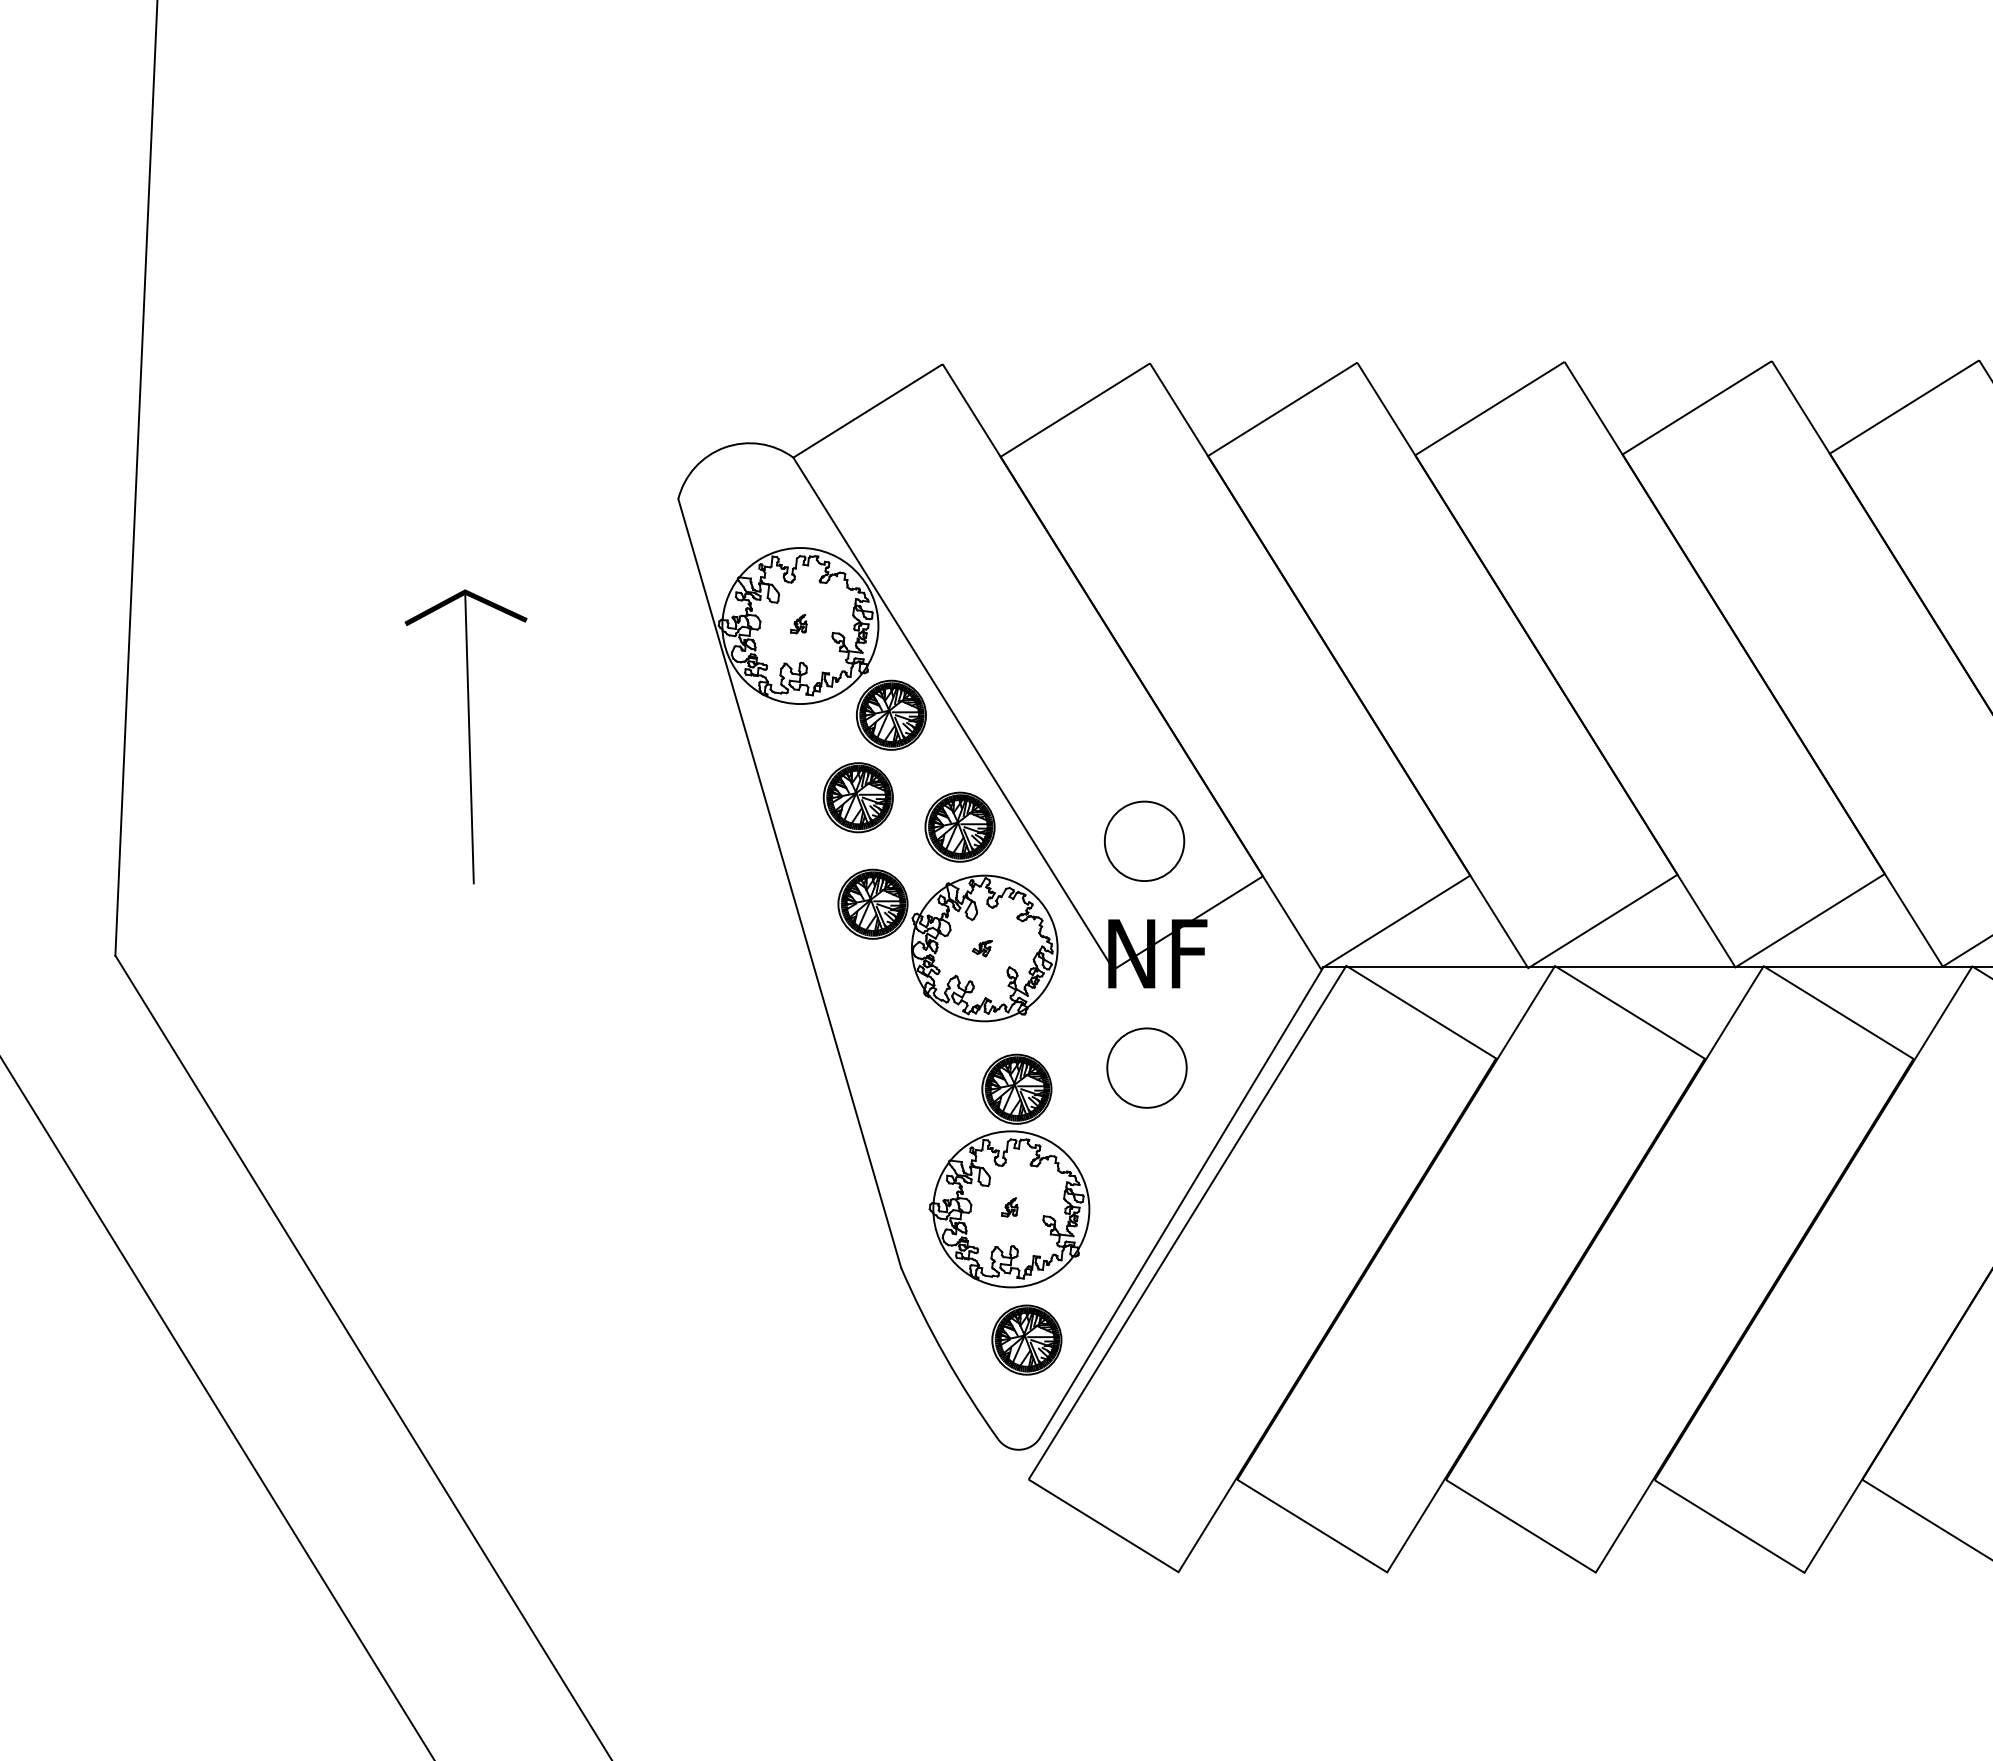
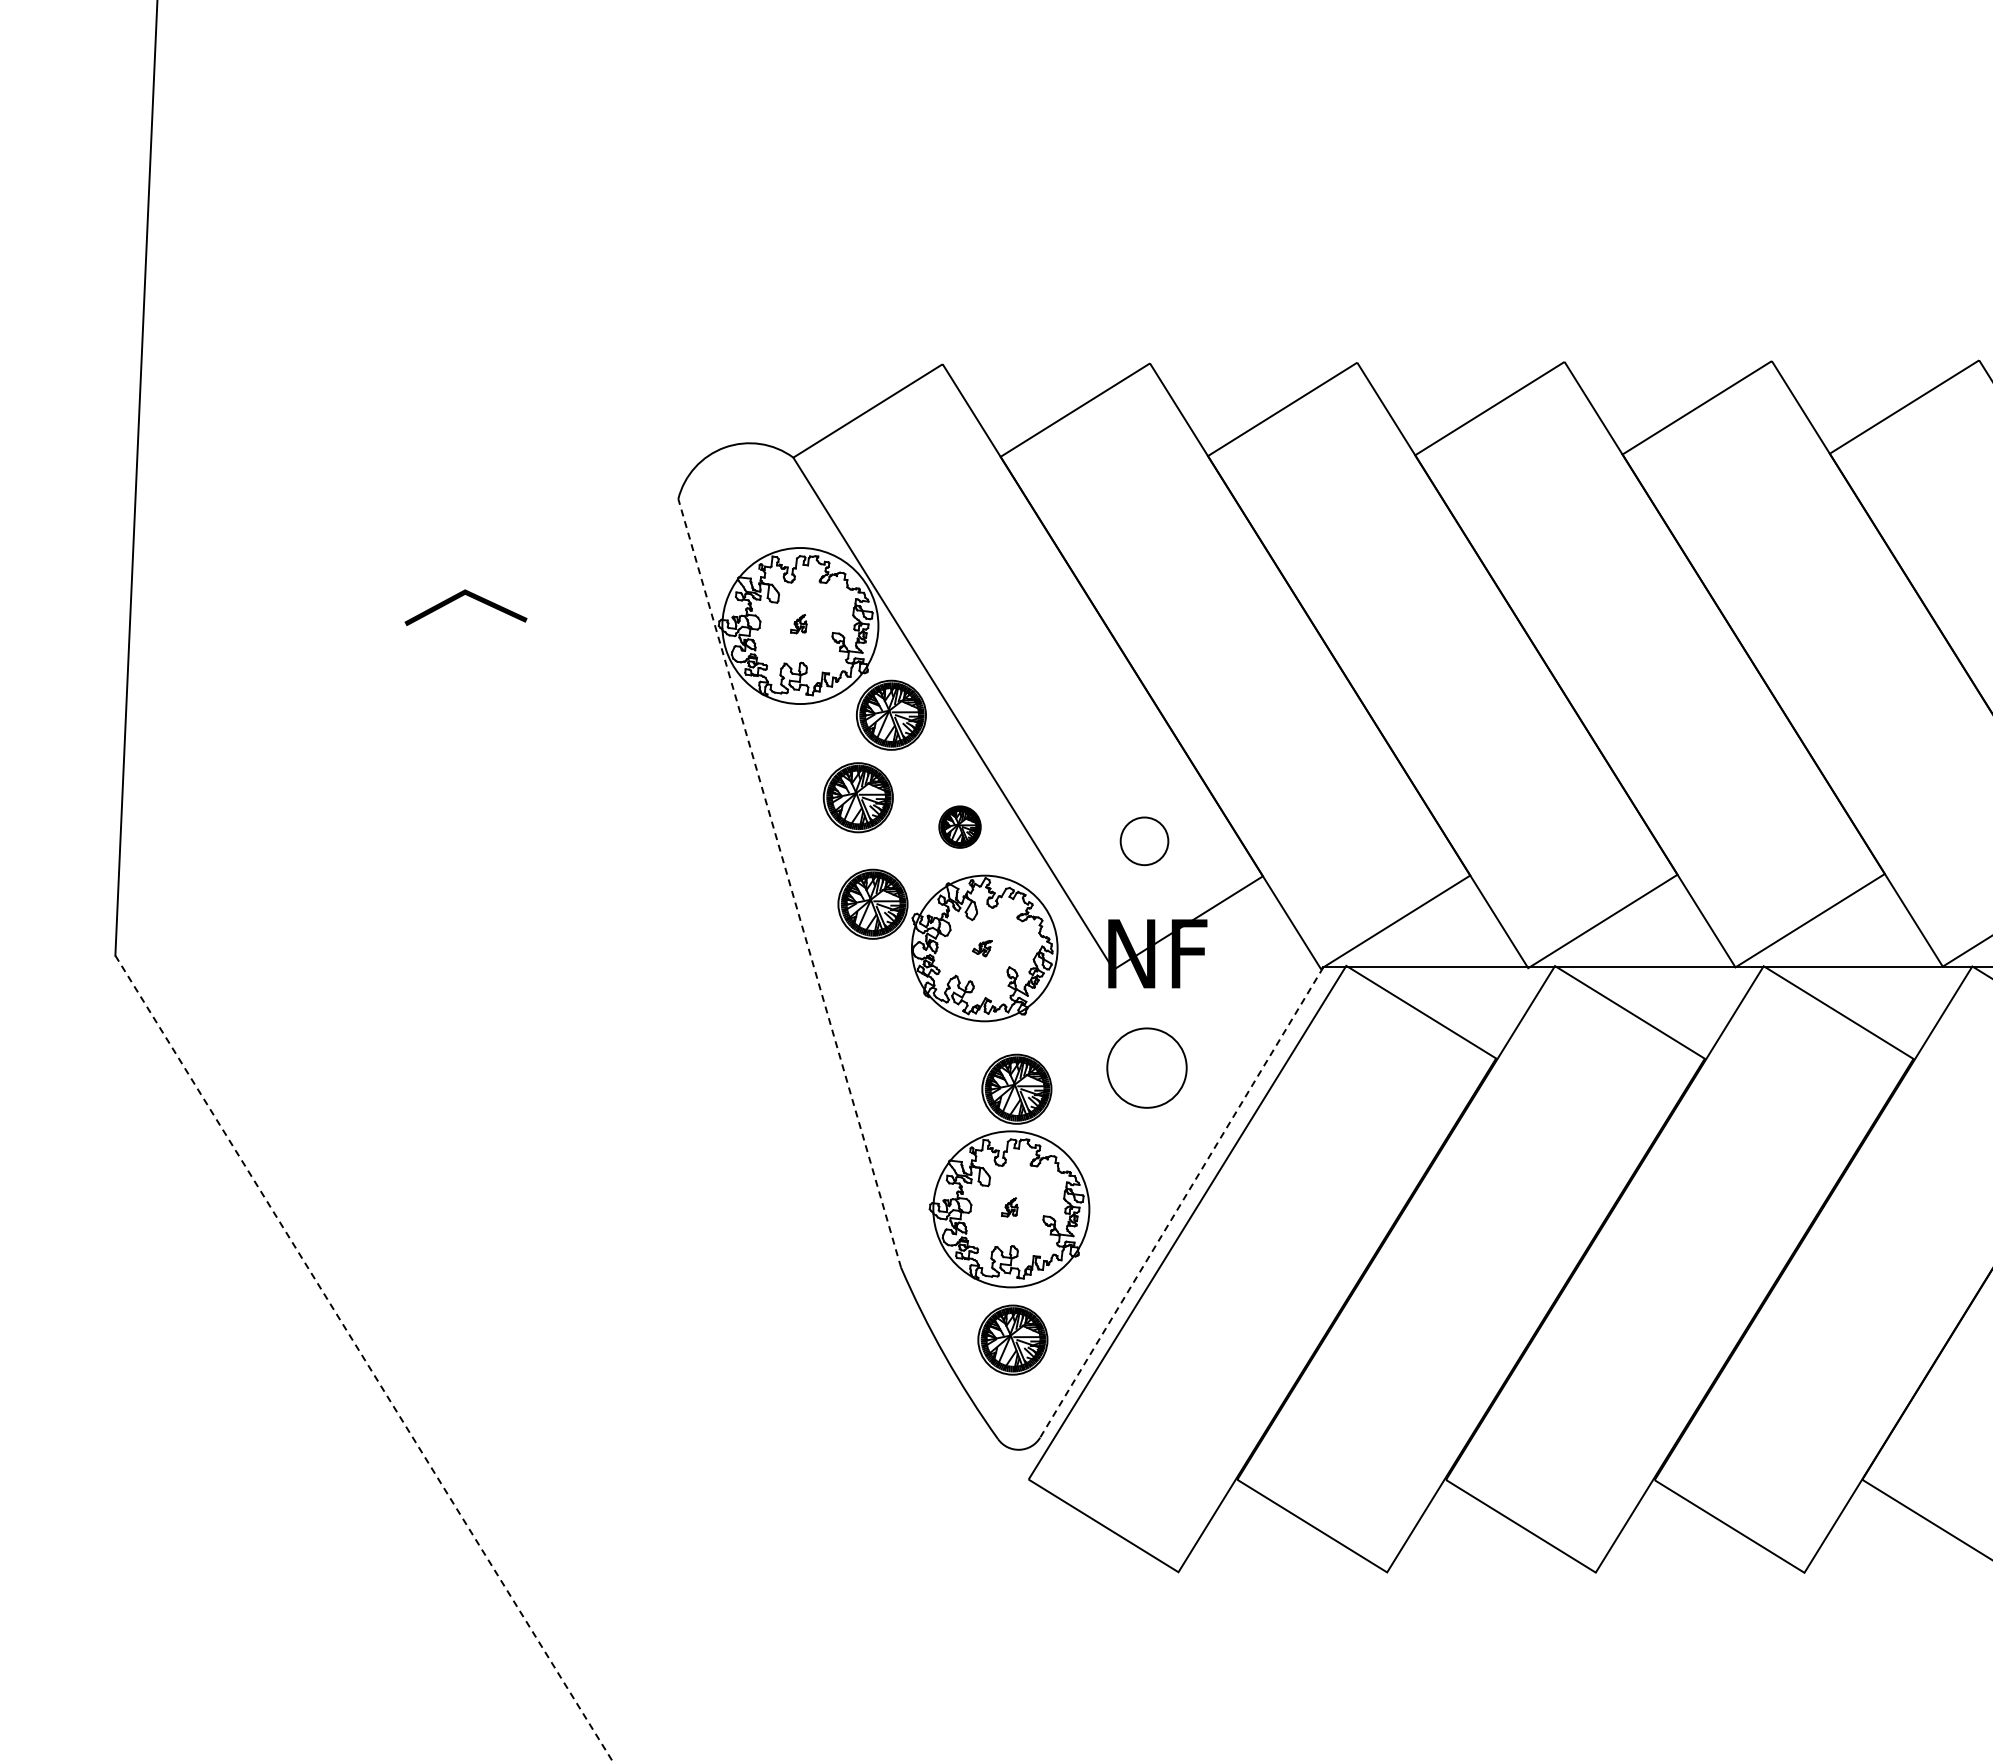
line at (469, 737): present -> none
part at (959, 826) size: 72x72 px -> 44x44 px
circle at (1144, 841) diameter: 79 px -> 48 px
line at (789, 882): solid -> dashed
line at (1181, 1202): solid -> dashed
part at (1026, 1339) position: (1026, 1339) -> (1012, 1339)
line at (363, 1358): solid -> dashed
line at (217, 1408): present -> none
